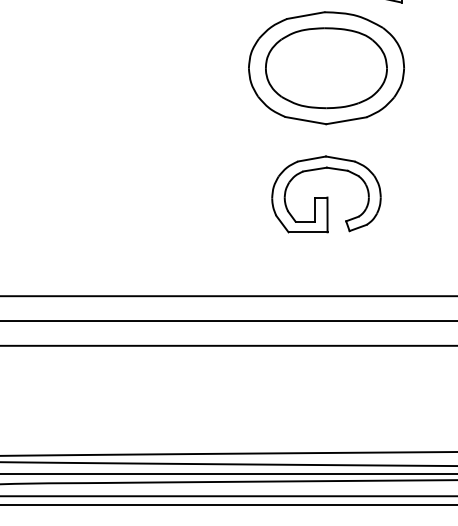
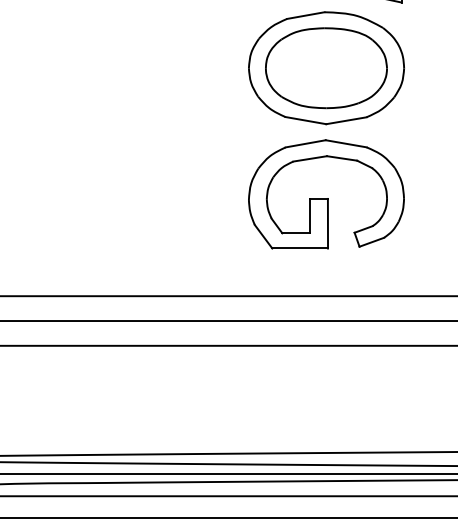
part at (326, 194) size: 111x79 px -> 157x111 px
line at (228, 505) position: (228, 505) -> (228, 518)
